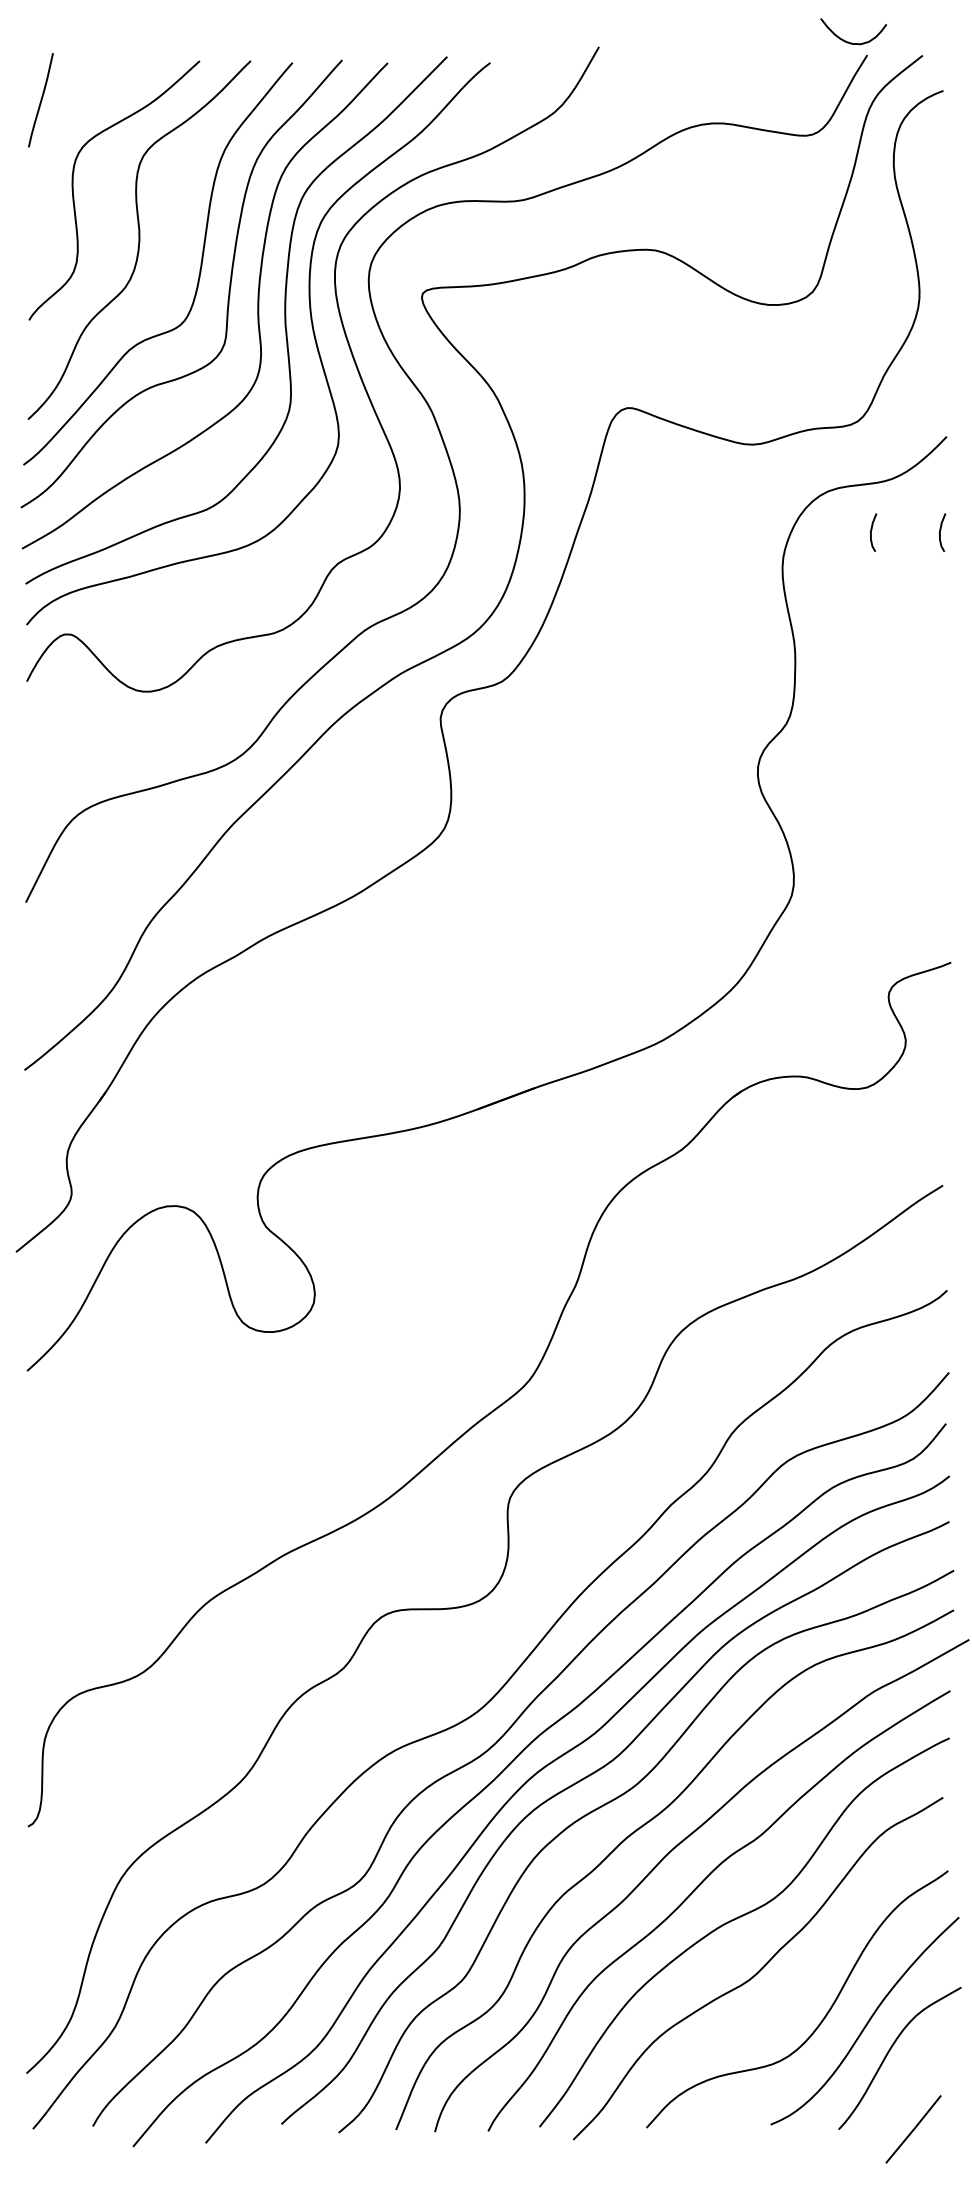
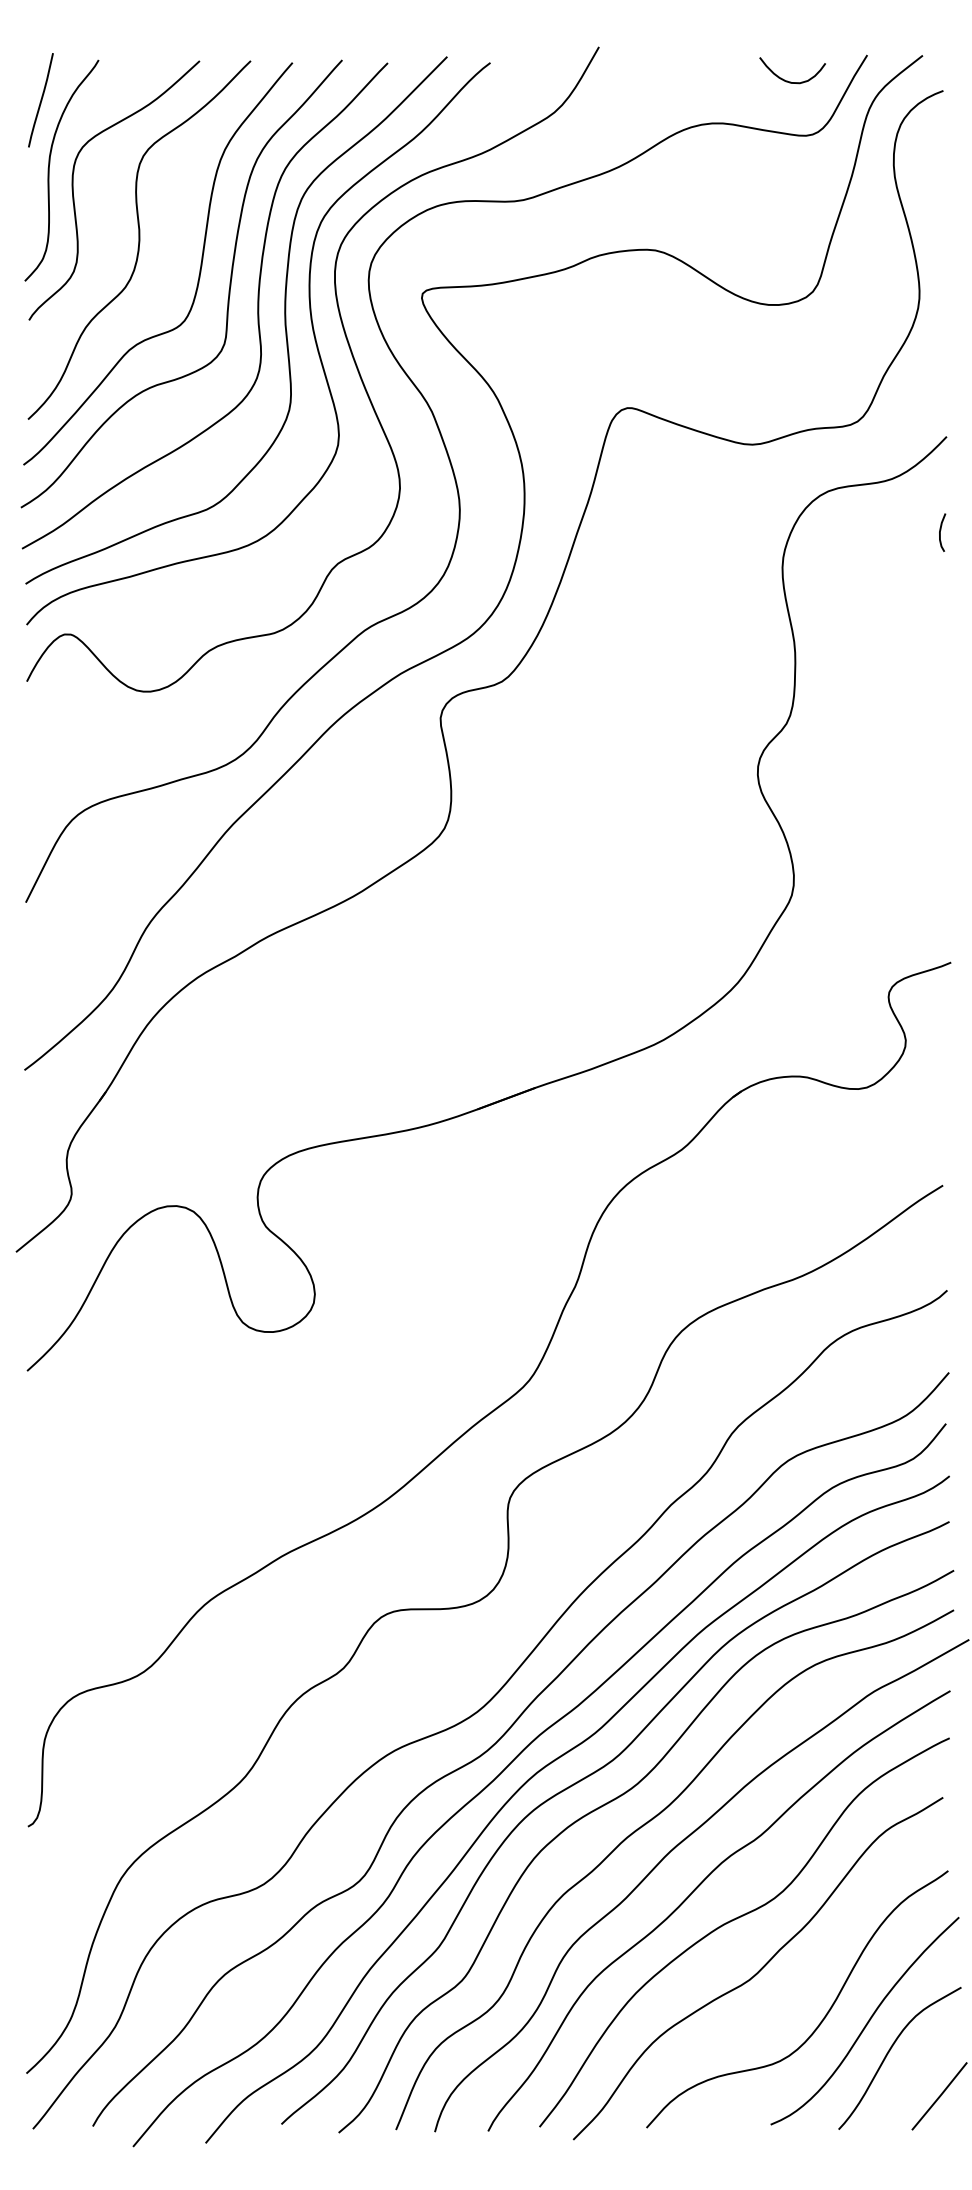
curve at (848, 41) position: (848, 41) -> (787, 80)
curve at (49, 170): none -> present
curve at (871, 532): present -> none
line at (913, 2129) position: (913, 2129) -> (939, 2096)
